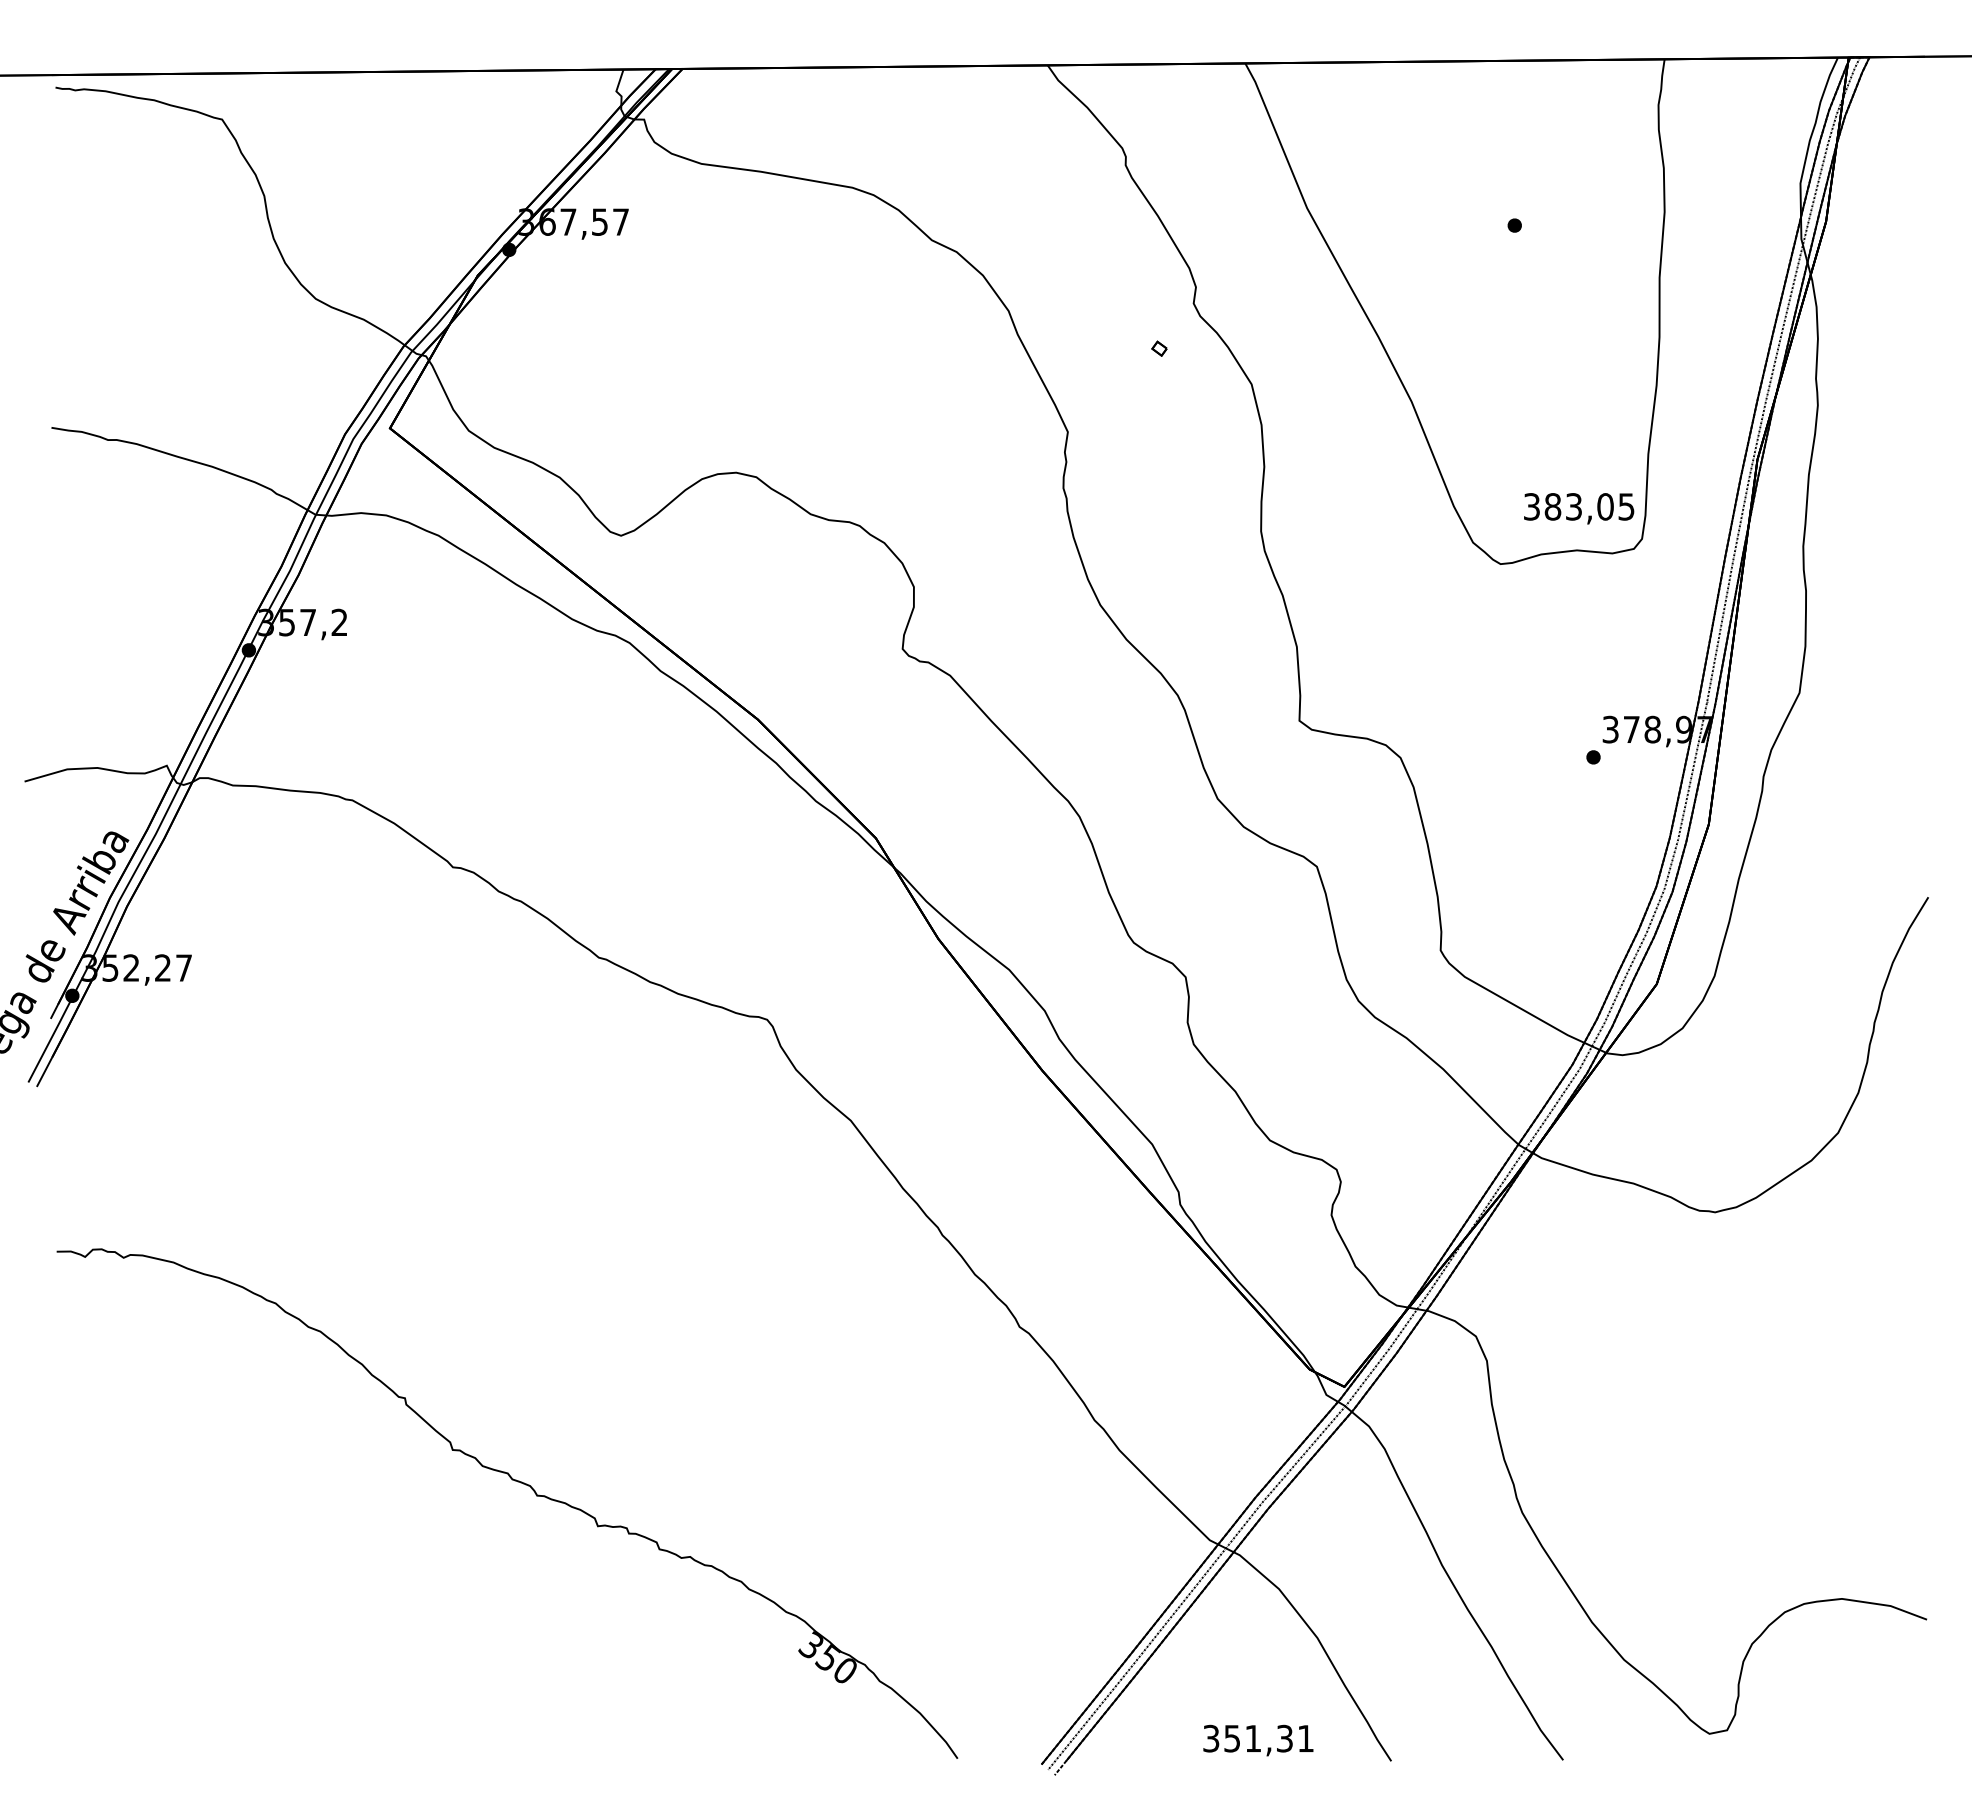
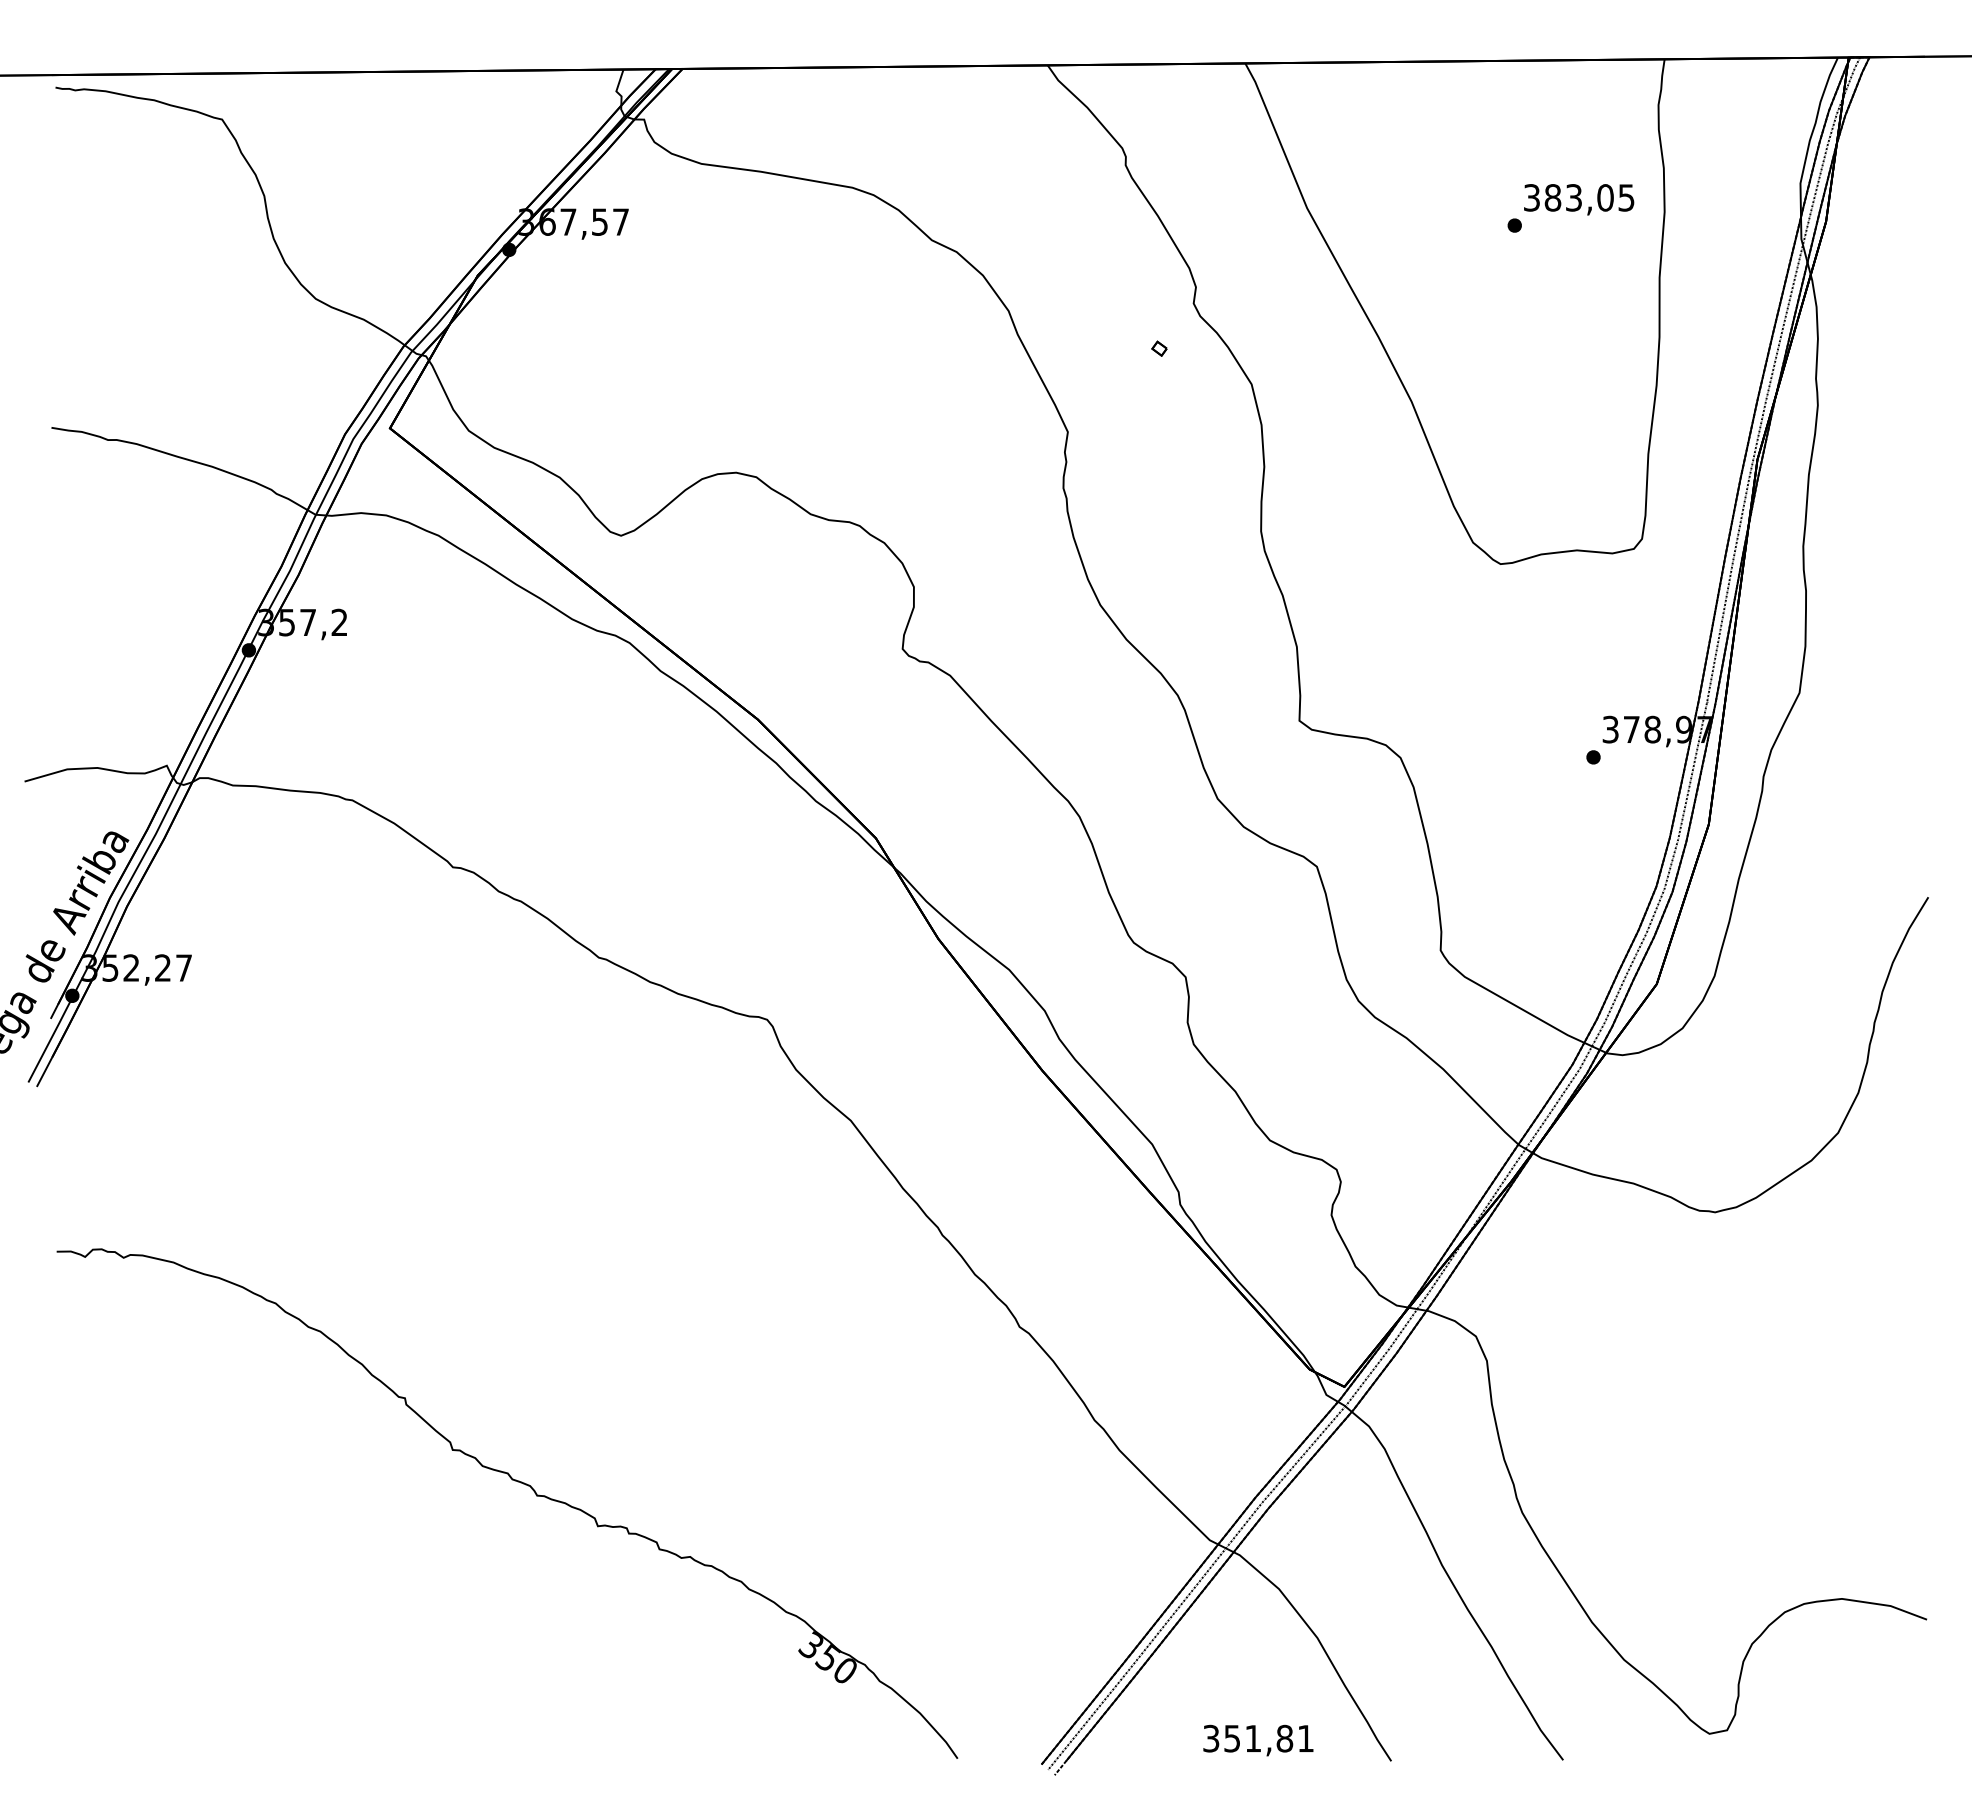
text at (1579, 508) position: (1579, 508) -> (1579, 199)
text at (1284, 1738): 351,31 -> 351,81
